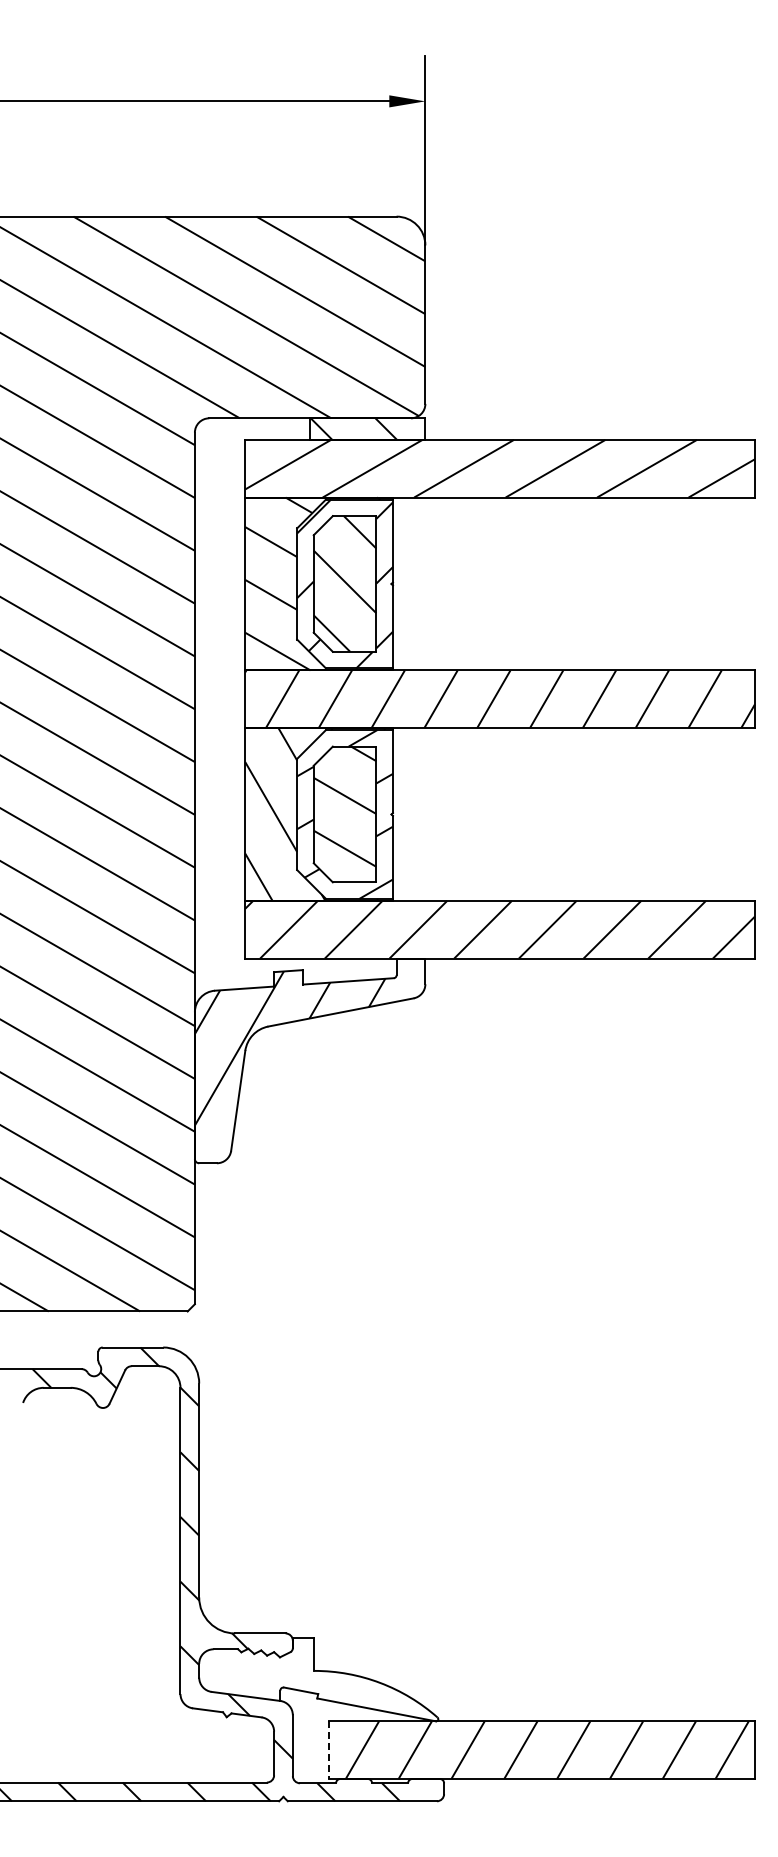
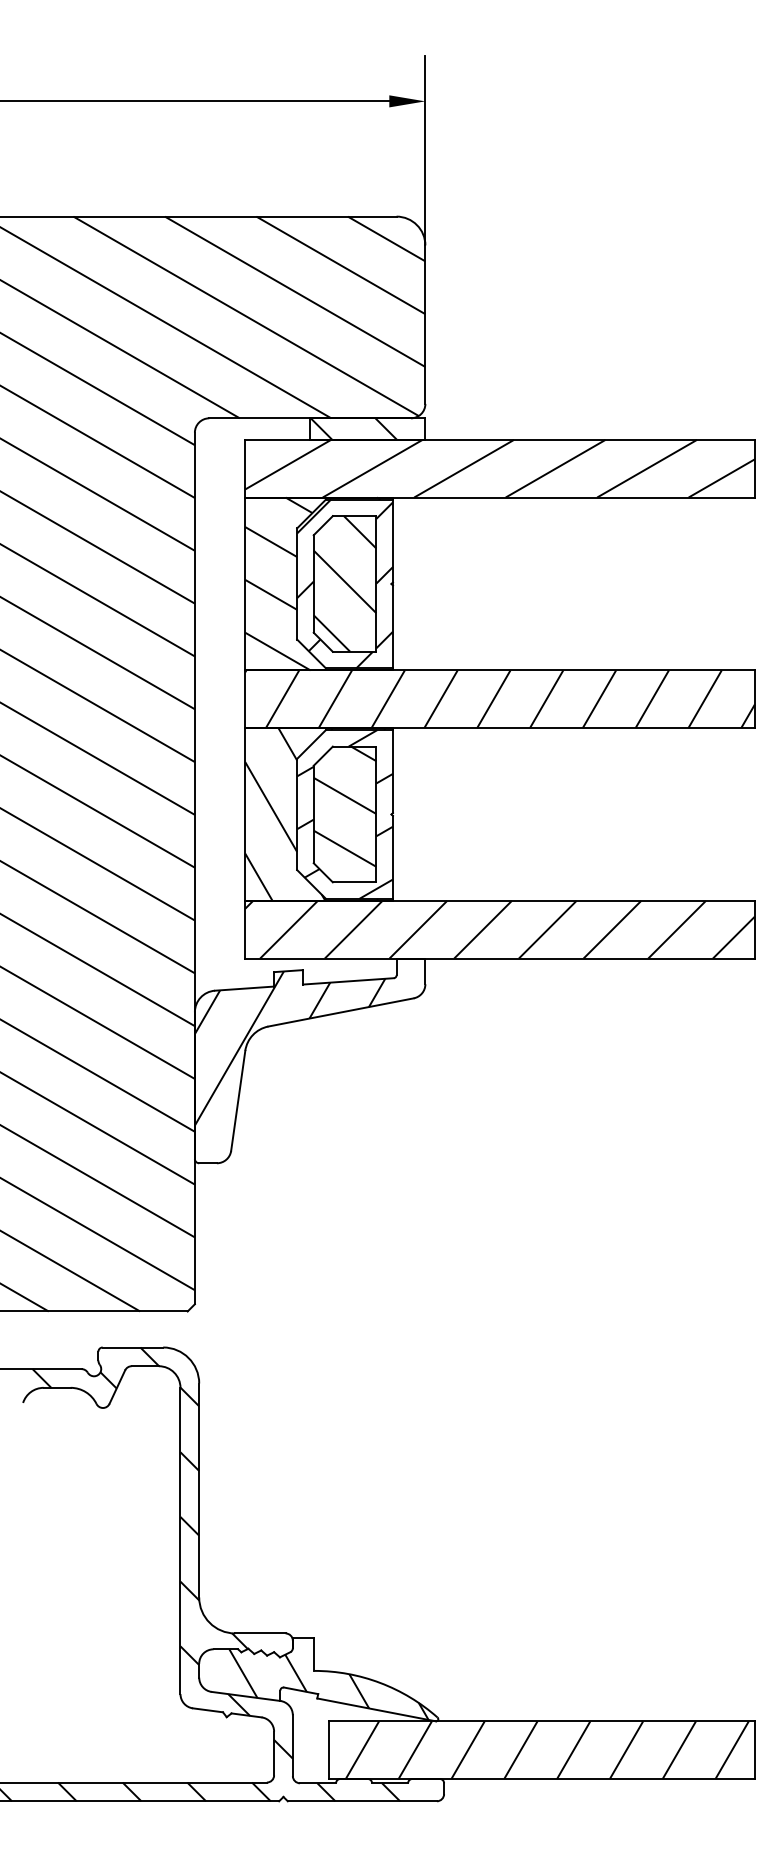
hatch at (328, 1684): none -> present
line at (328, 1750): dashed -> solid
